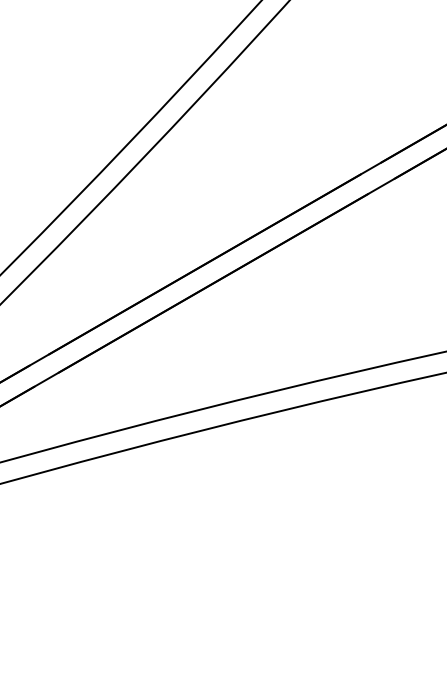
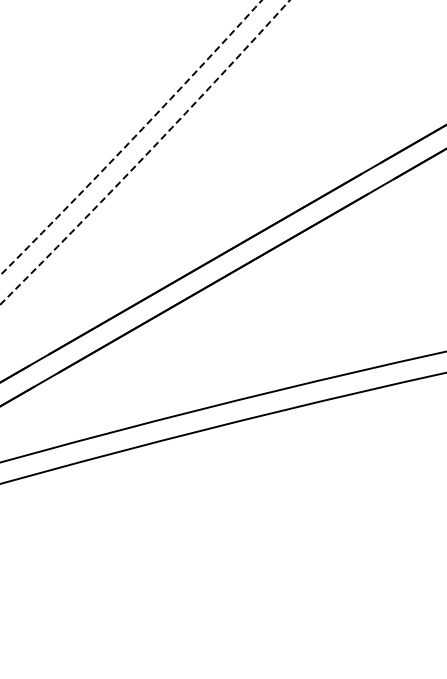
arc at (132, 139): solid -> dashed
arc at (146, 154): solid -> dashed
